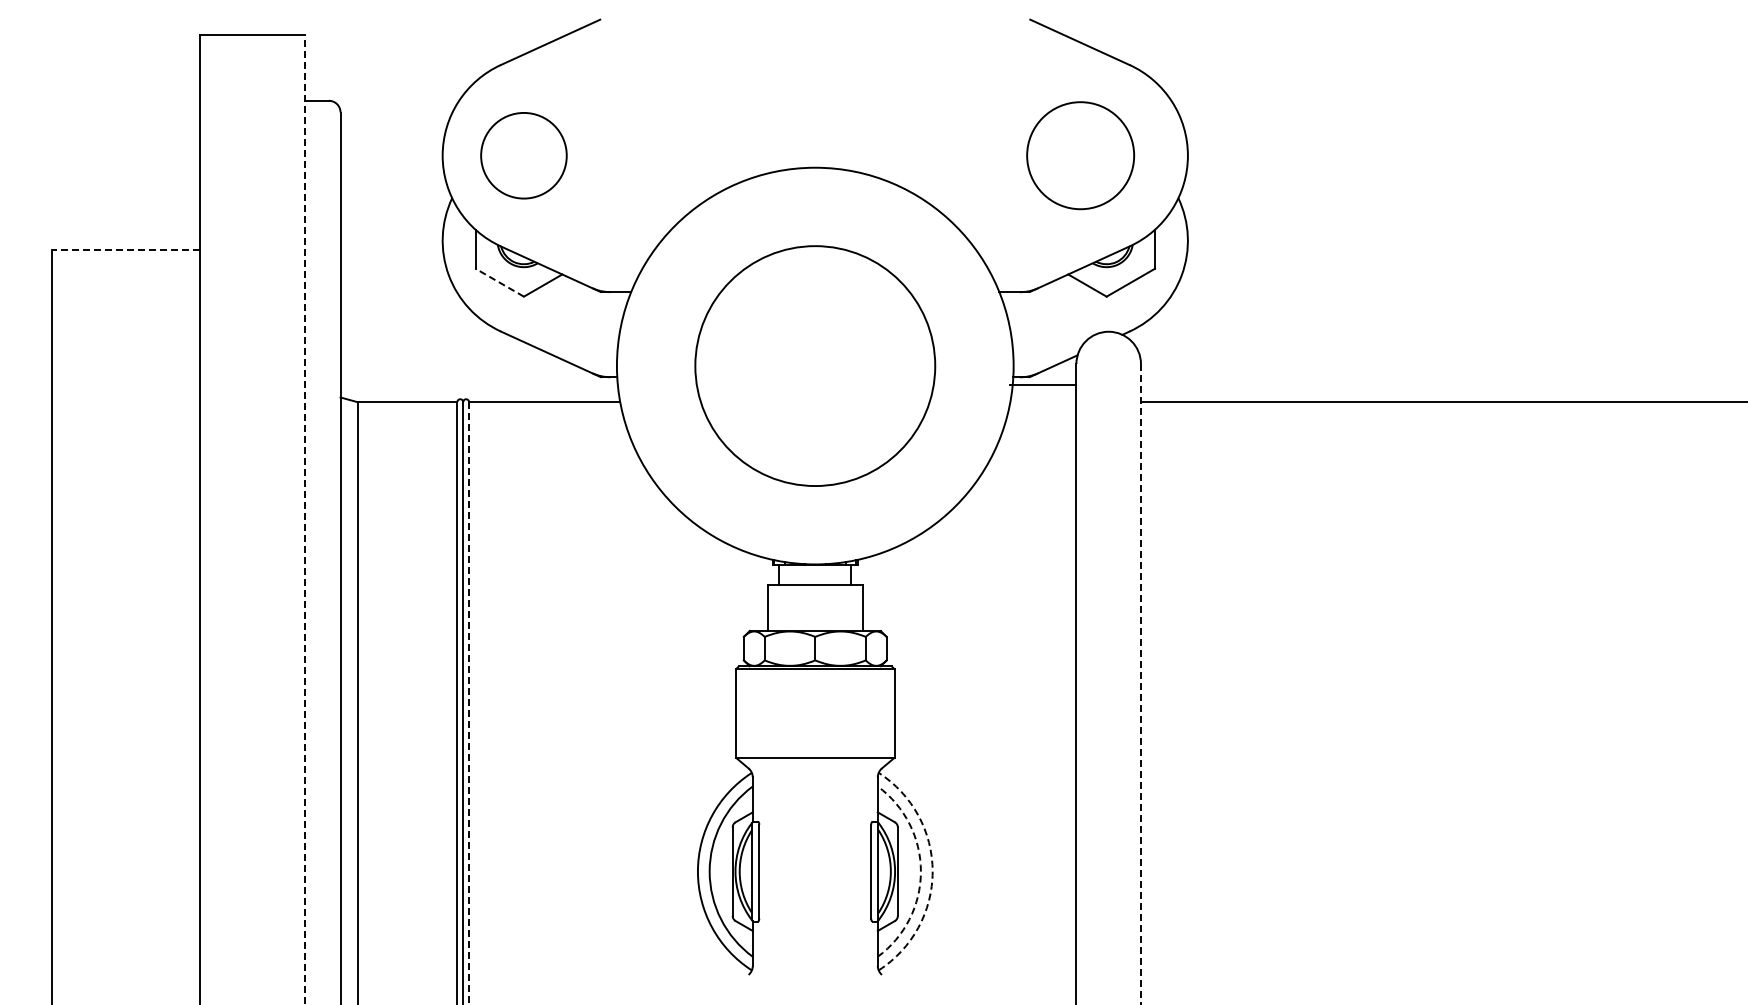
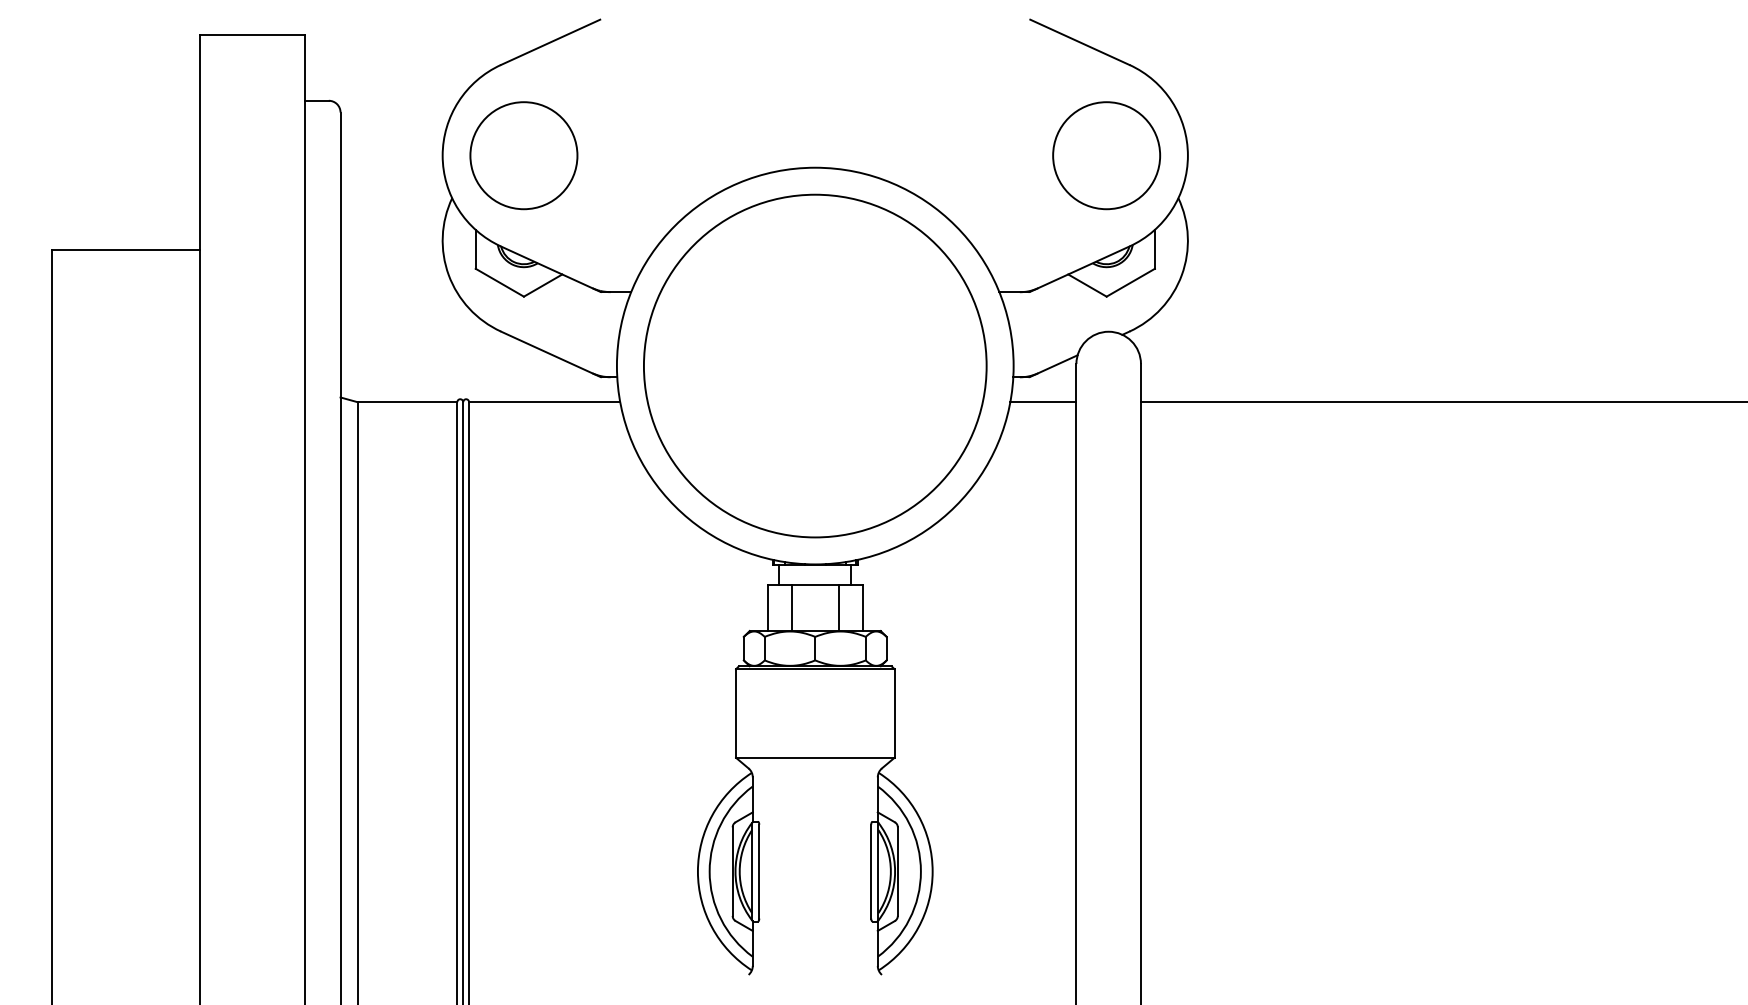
circle at (523, 155) size: 88x88 px -> 110x110 px
circle at (1080, 155) position: (1080, 155) -> (1106, 155)
line at (126, 249): dashed -> solid
line at (499, 282): dashed -> solid
circle at (815, 366) diameter: 240 px -> 343 px
line at (1043, 385) position: (1043, 385) -> (1043, 402)
line at (305, 519): dashed -> solid
line at (791, 607): none -> present
line at (839, 607): none -> present
line at (1140, 684): dashed -> solid
line at (469, 703): dashed -> solid
arc at (920, 871): dashed -> solid
arc at (932, 871): dashed -> solid
